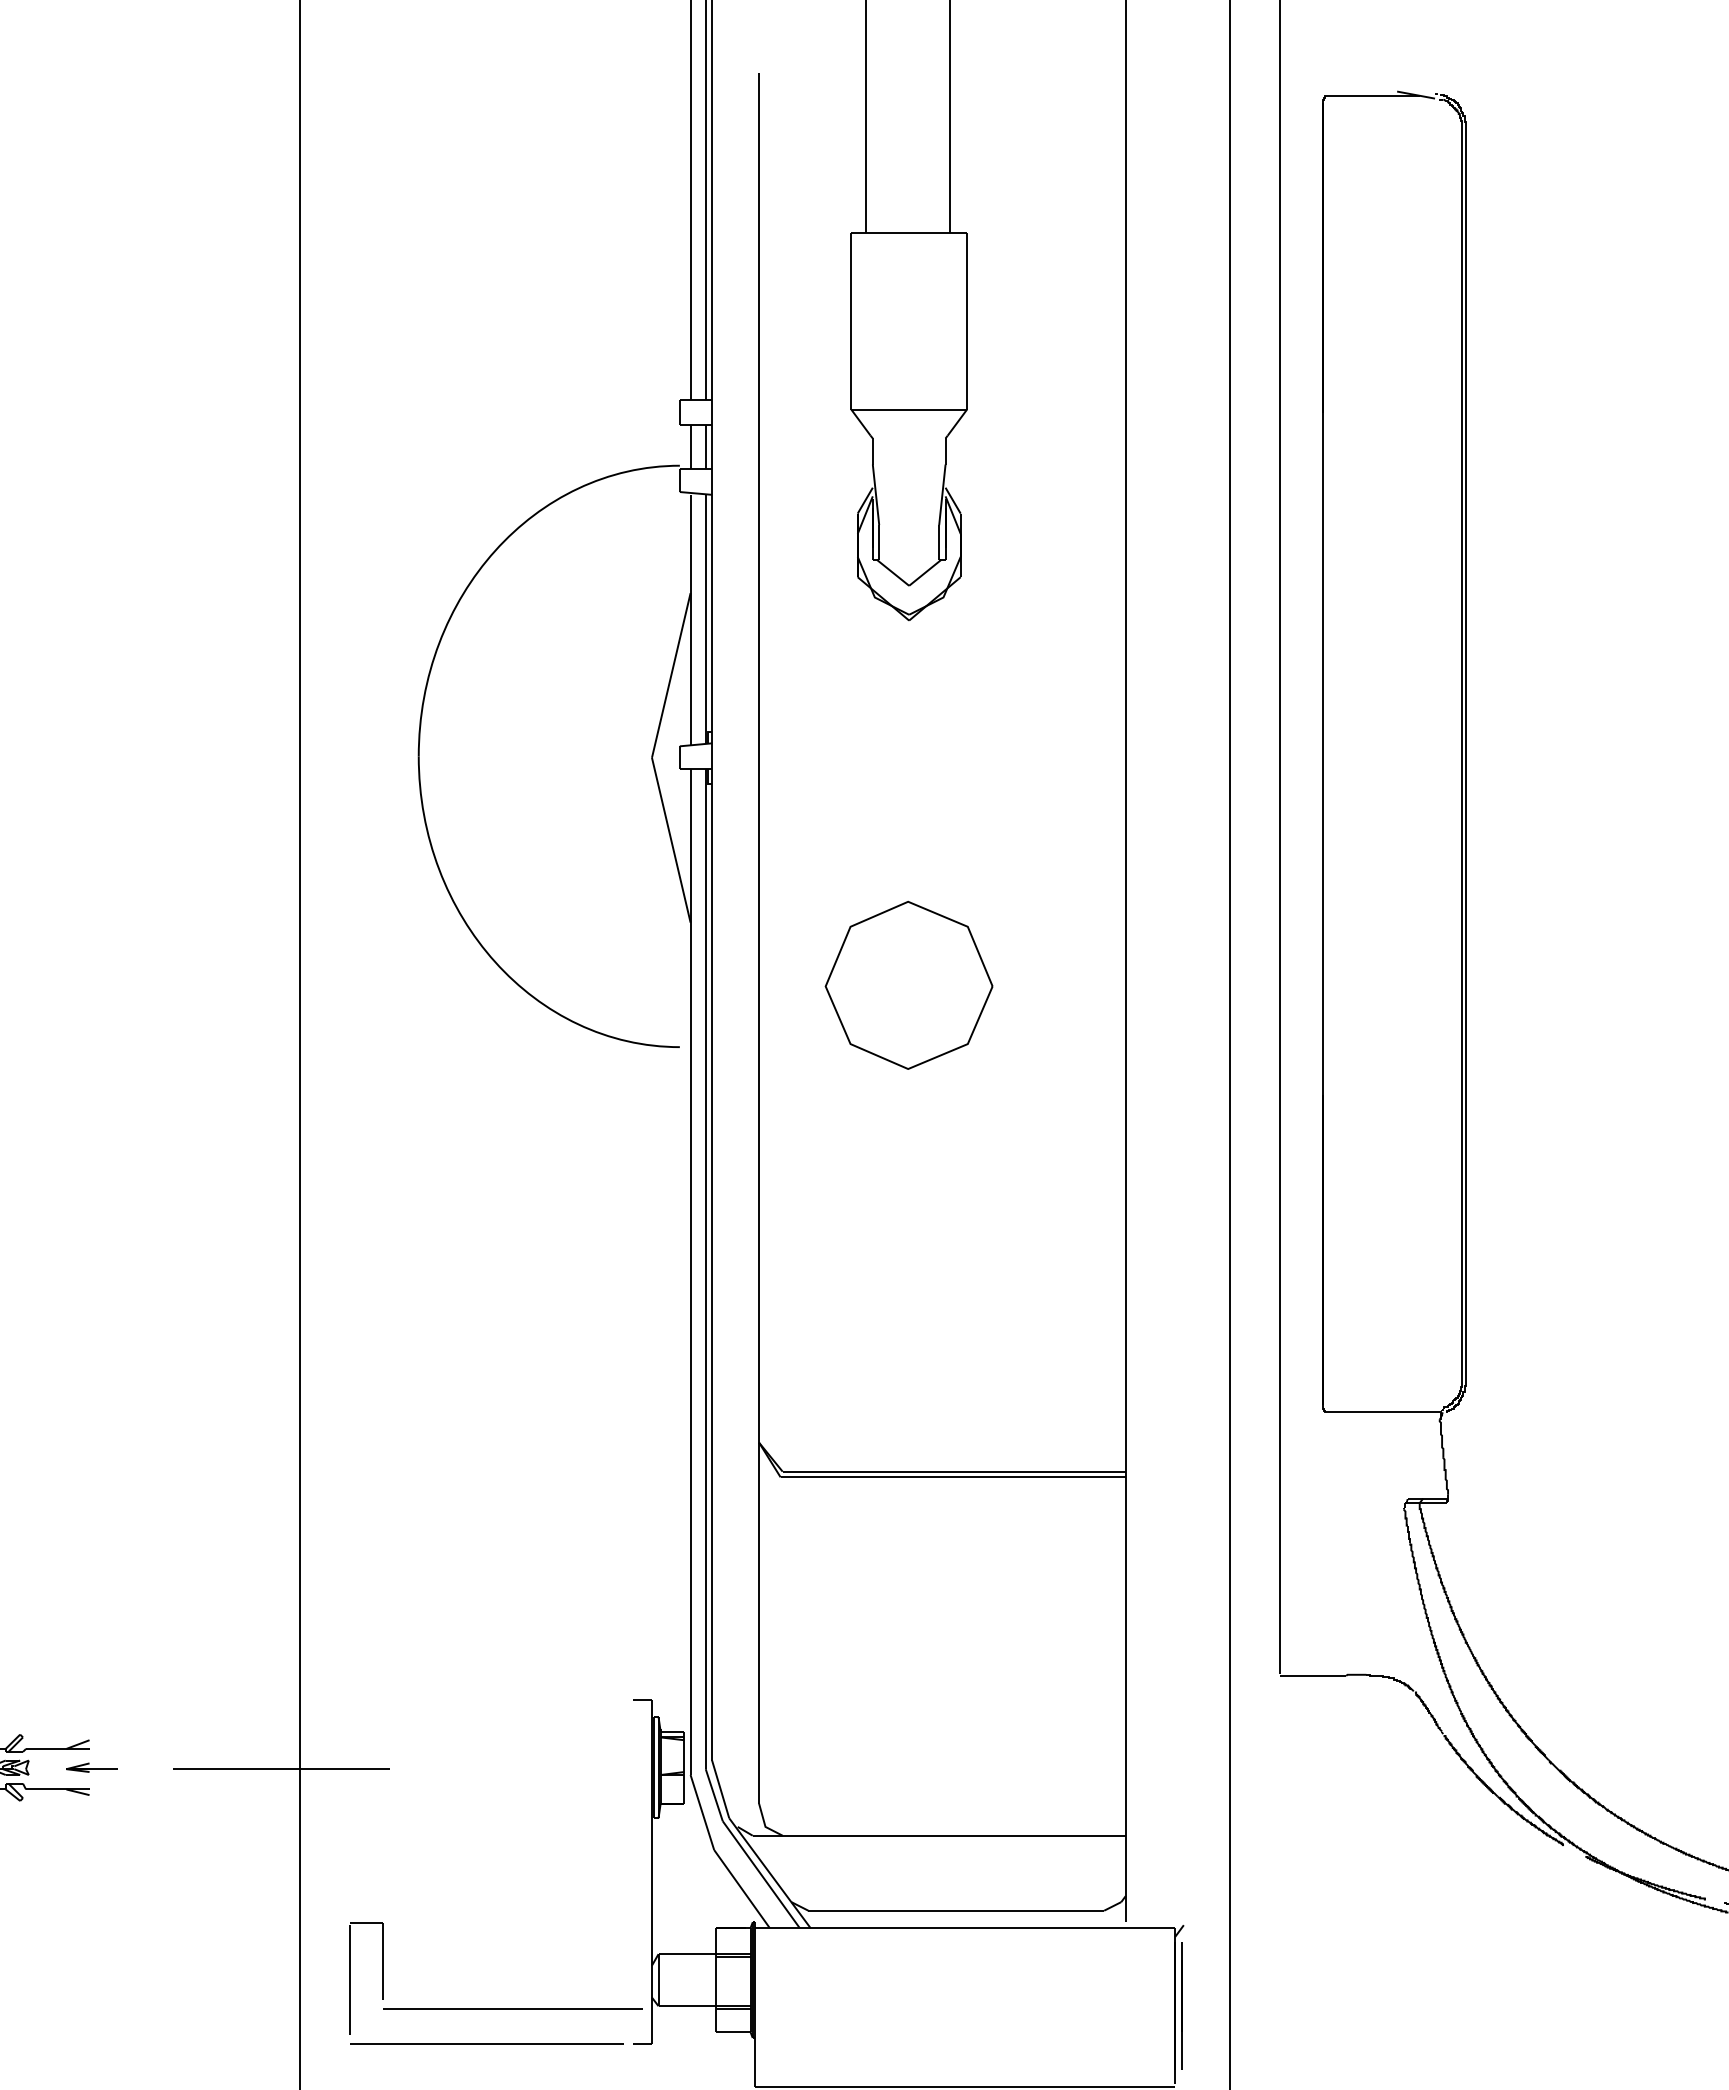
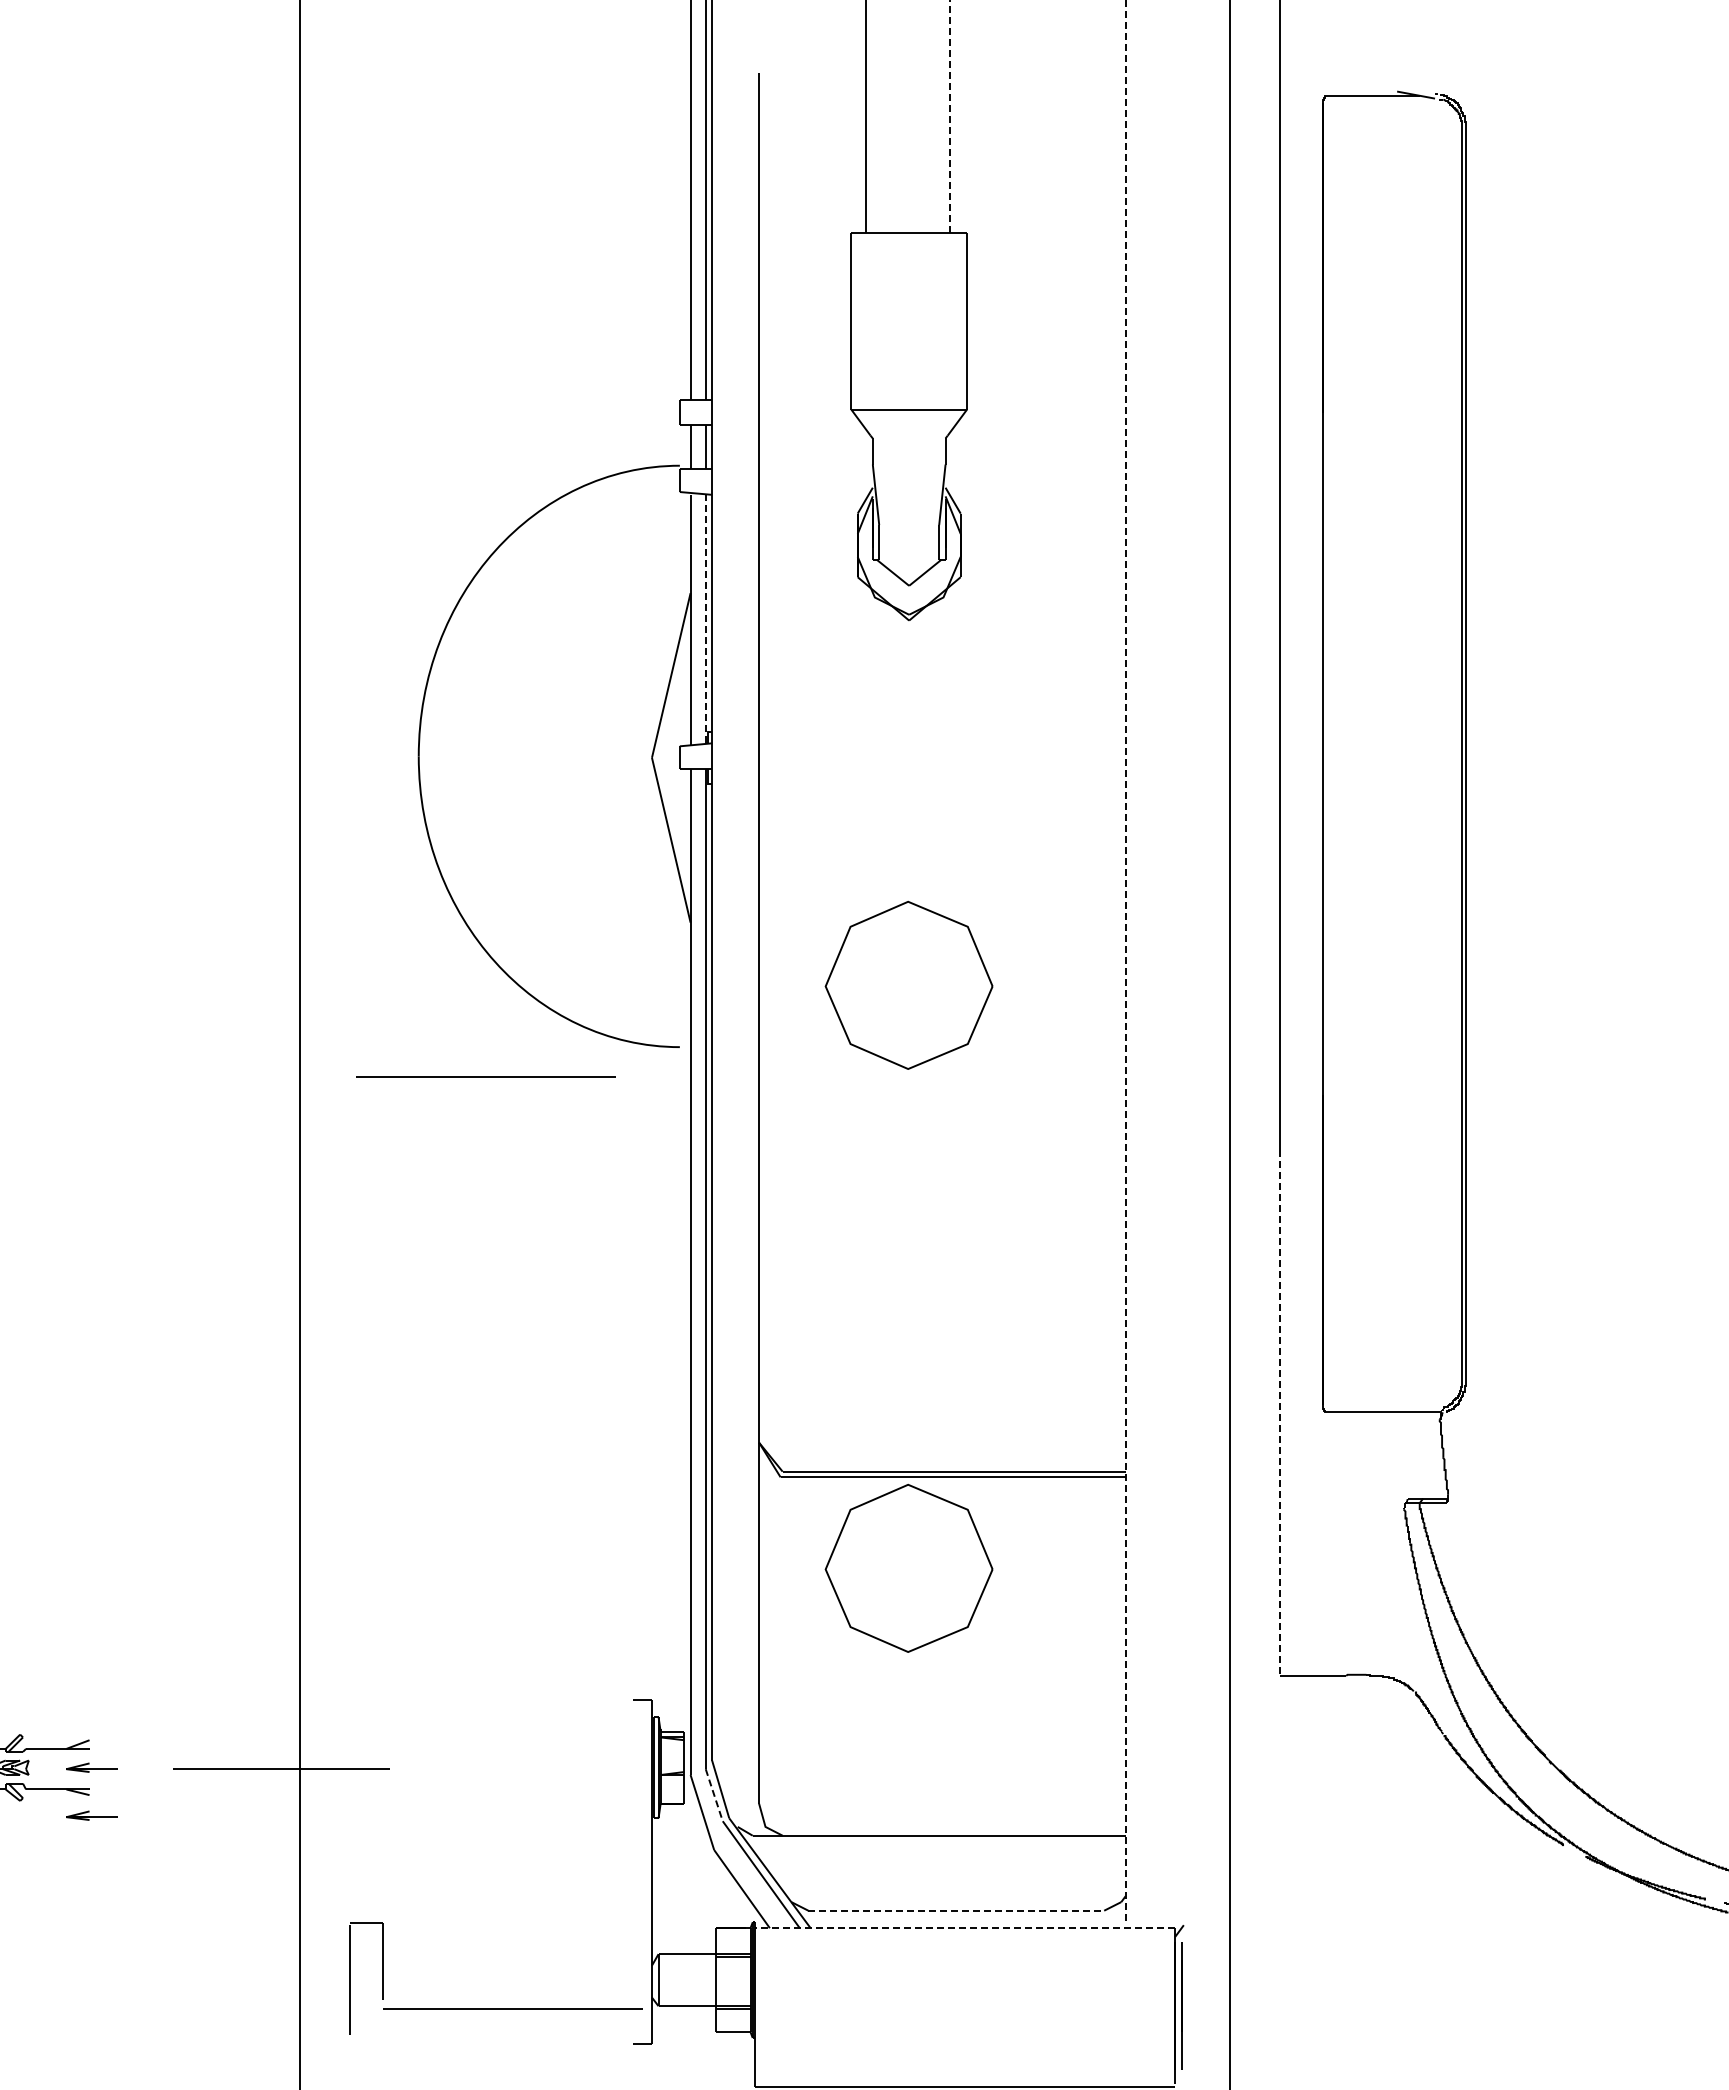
line at (949, 116): solid -> dashed
line at (705, 618): solid -> dashed
line at (1125, 961): solid -> dashed
line at (485, 1076): none -> present
line at (1280, 1412): solid -> dashed
part at (908, 1567): none -> present
line at (714, 1795): solid -> dashed
part at (91, 1815): none -> present
line at (956, 1910): solid -> dashed
line at (964, 1928): solid -> dashed
line at (486, 2043): present -> none
